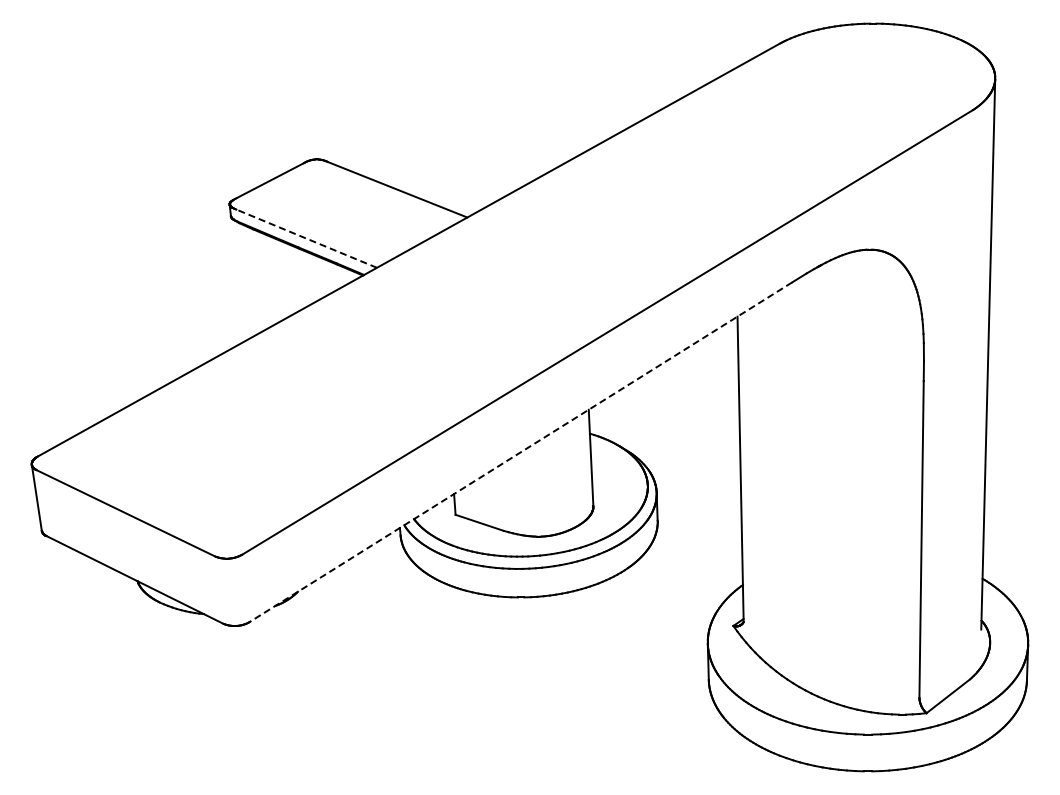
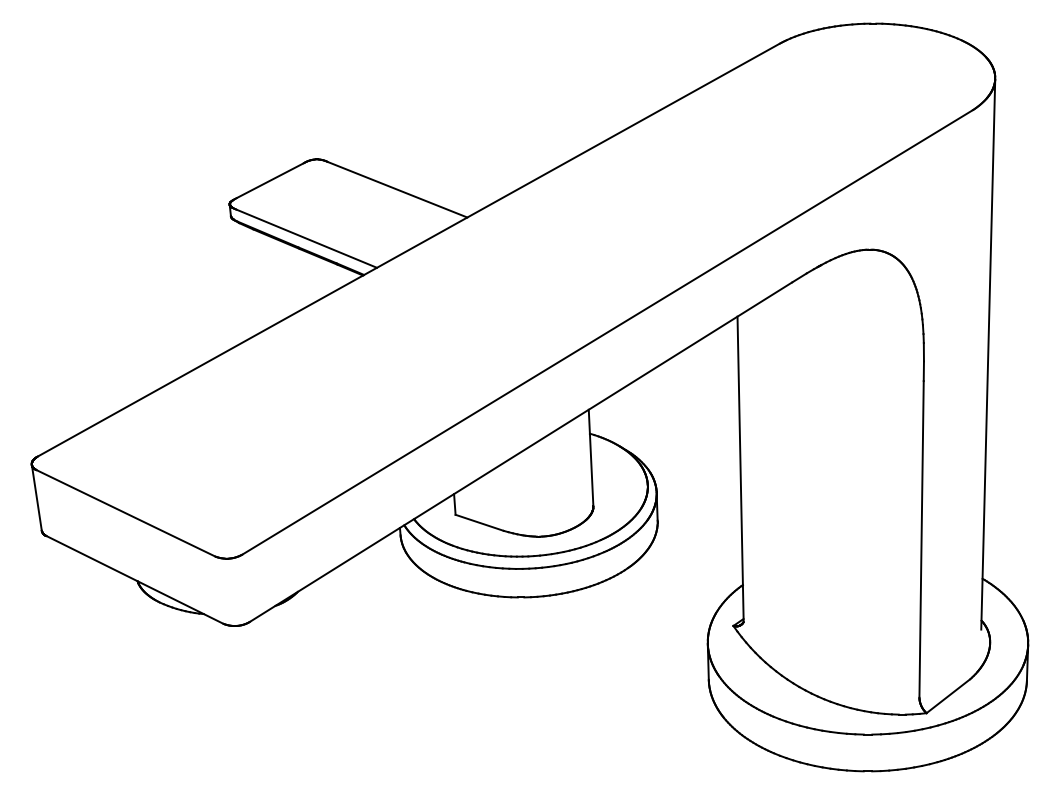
line at (306, 238): dashed -> solid
line at (521, 452): dashed -> solid
